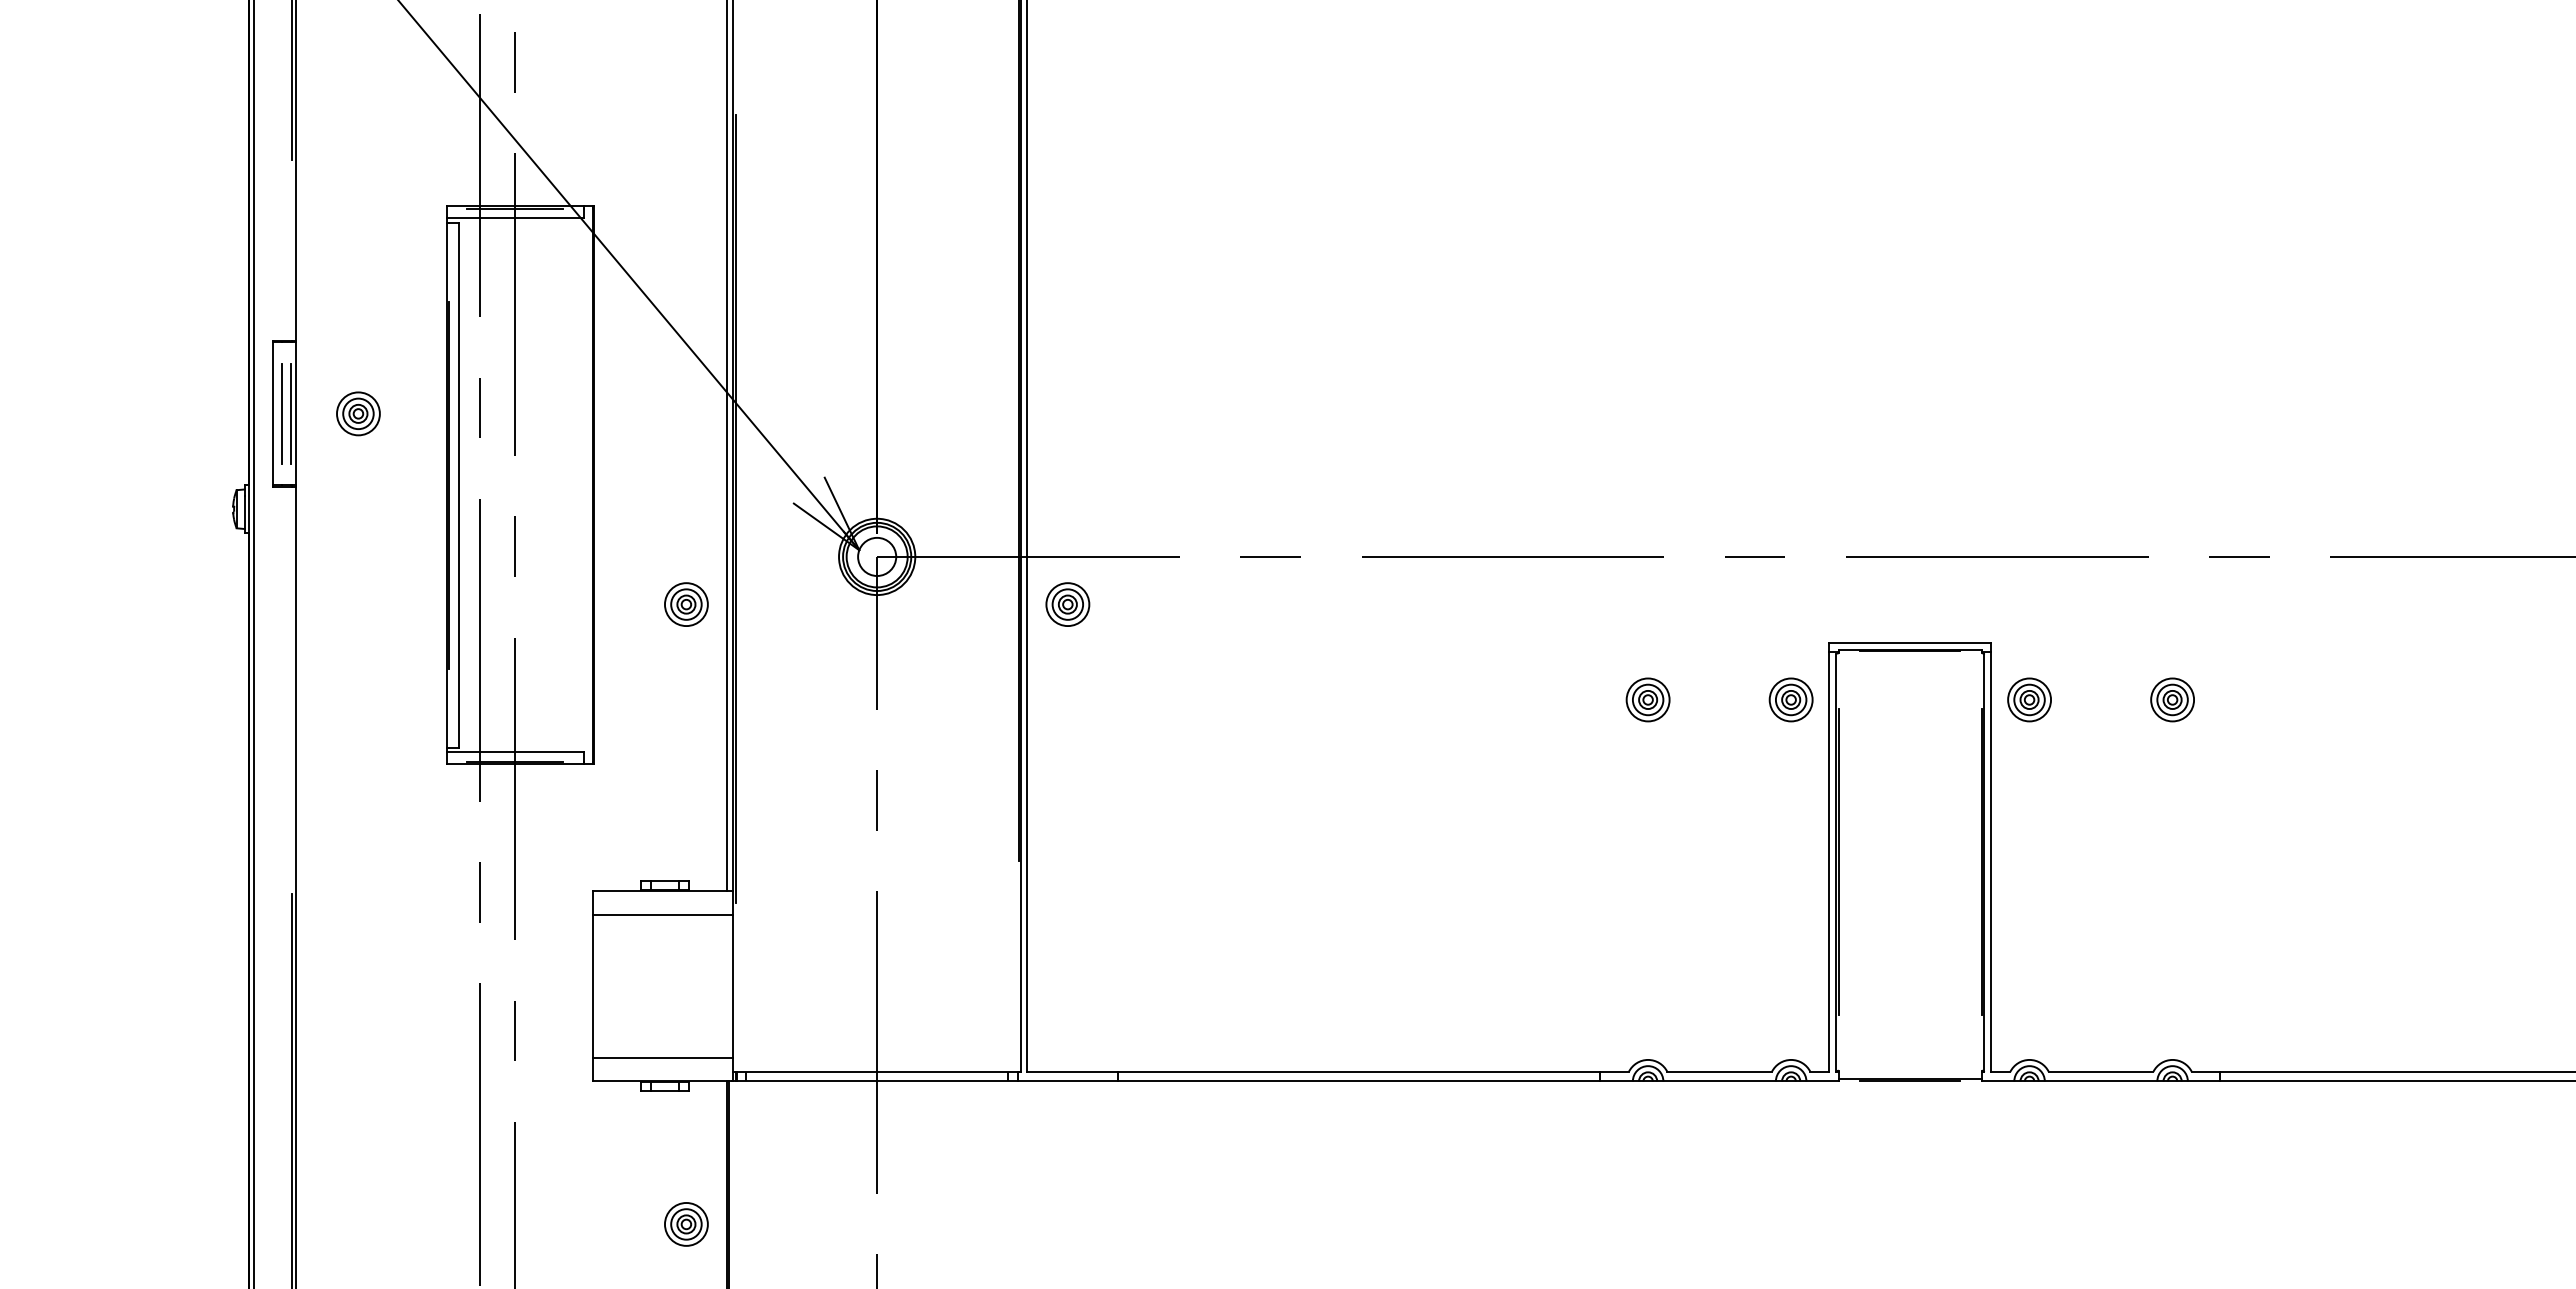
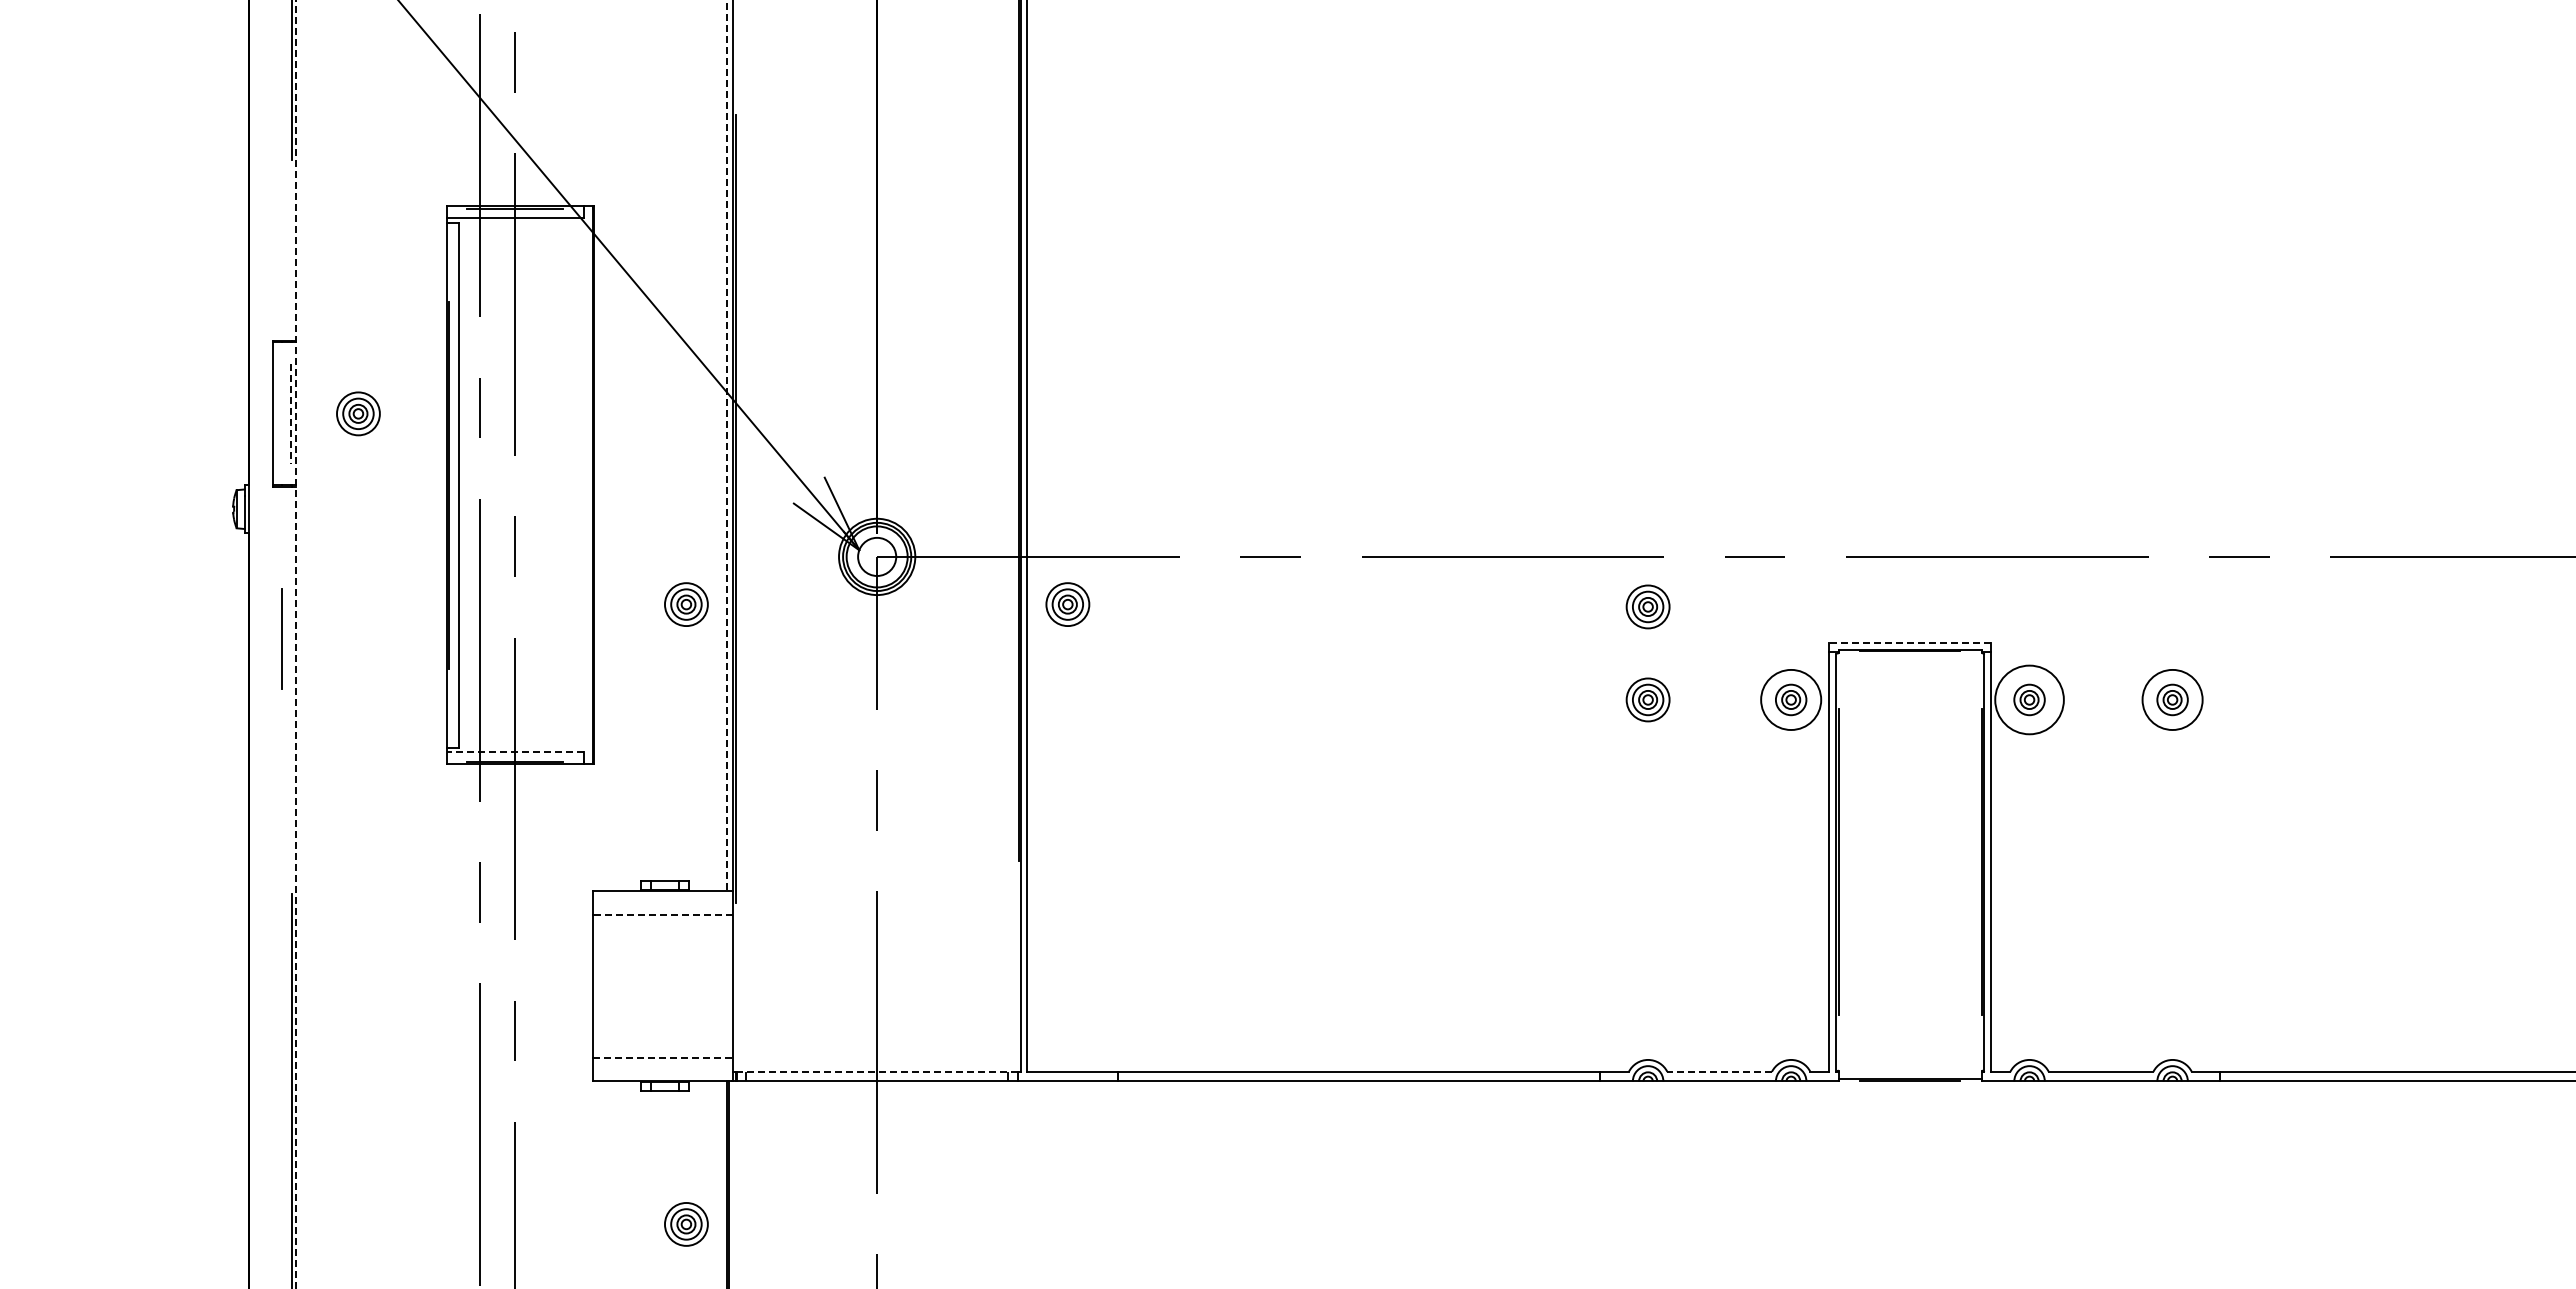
line at (281, 413) position: (281, 413) -> (281, 638)
line at (290, 414): solid -> dashed
line at (726, 445): solid -> dashed
part at (1647, 606): none -> present
line at (1909, 642): solid -> dashed
line at (253, 643): present -> none
line at (296, 644): solid -> dashed
circle at (1790, 699) diameter: 43 px -> 60 px
circle at (2029, 699) diameter: 43 px -> 69 px
circle at (2172, 699) diameter: 43 px -> 60 px
line at (515, 752): solid -> dashed
line at (663, 914): solid -> dashed
line at (663, 1057): solid -> dashed
line at (877, 1071): solid -> dashed
line at (1719, 1071): solid -> dashed
